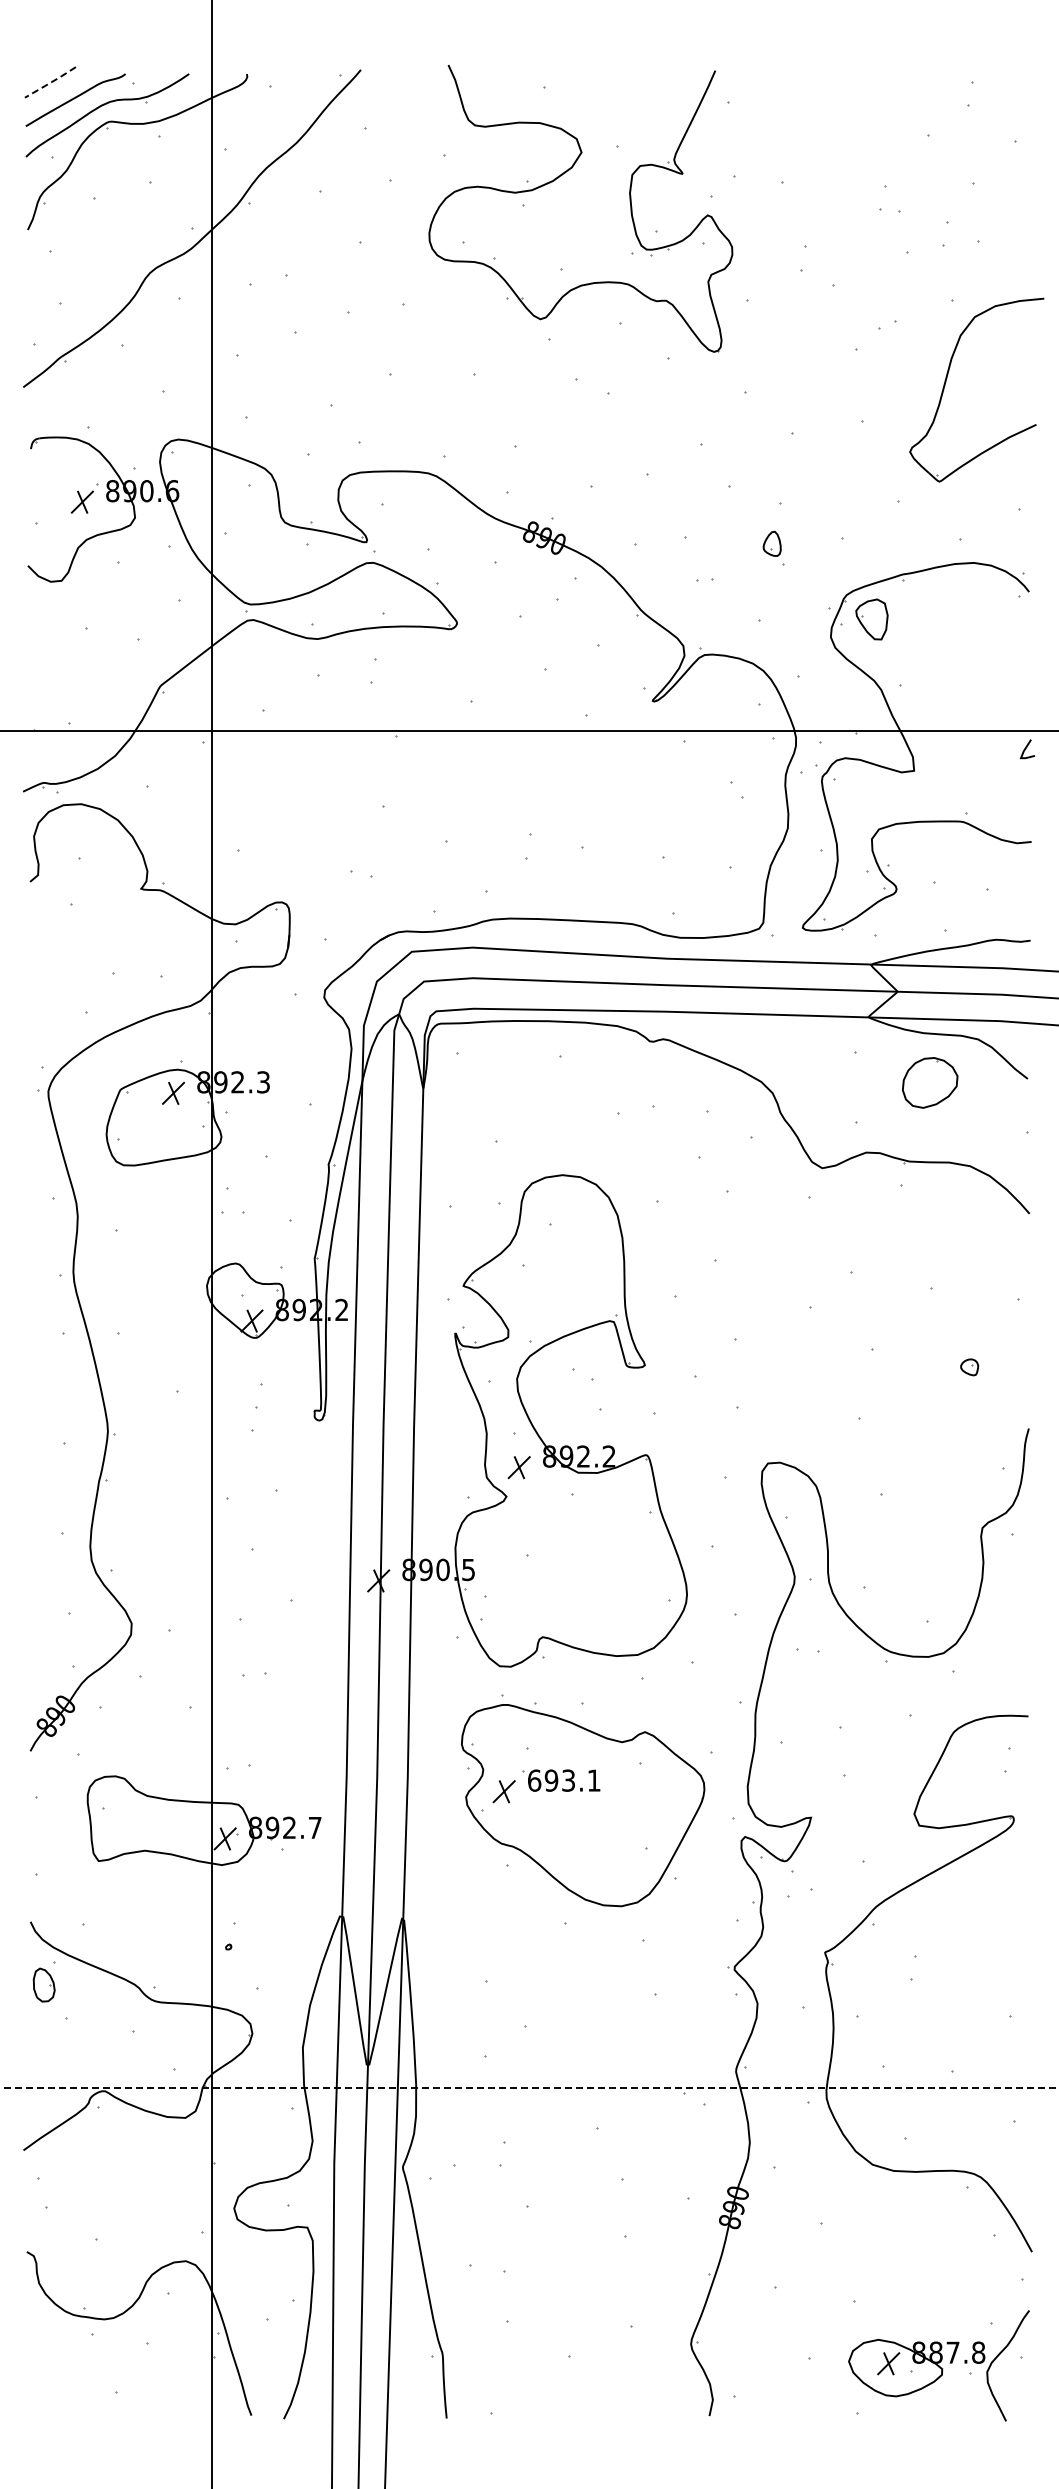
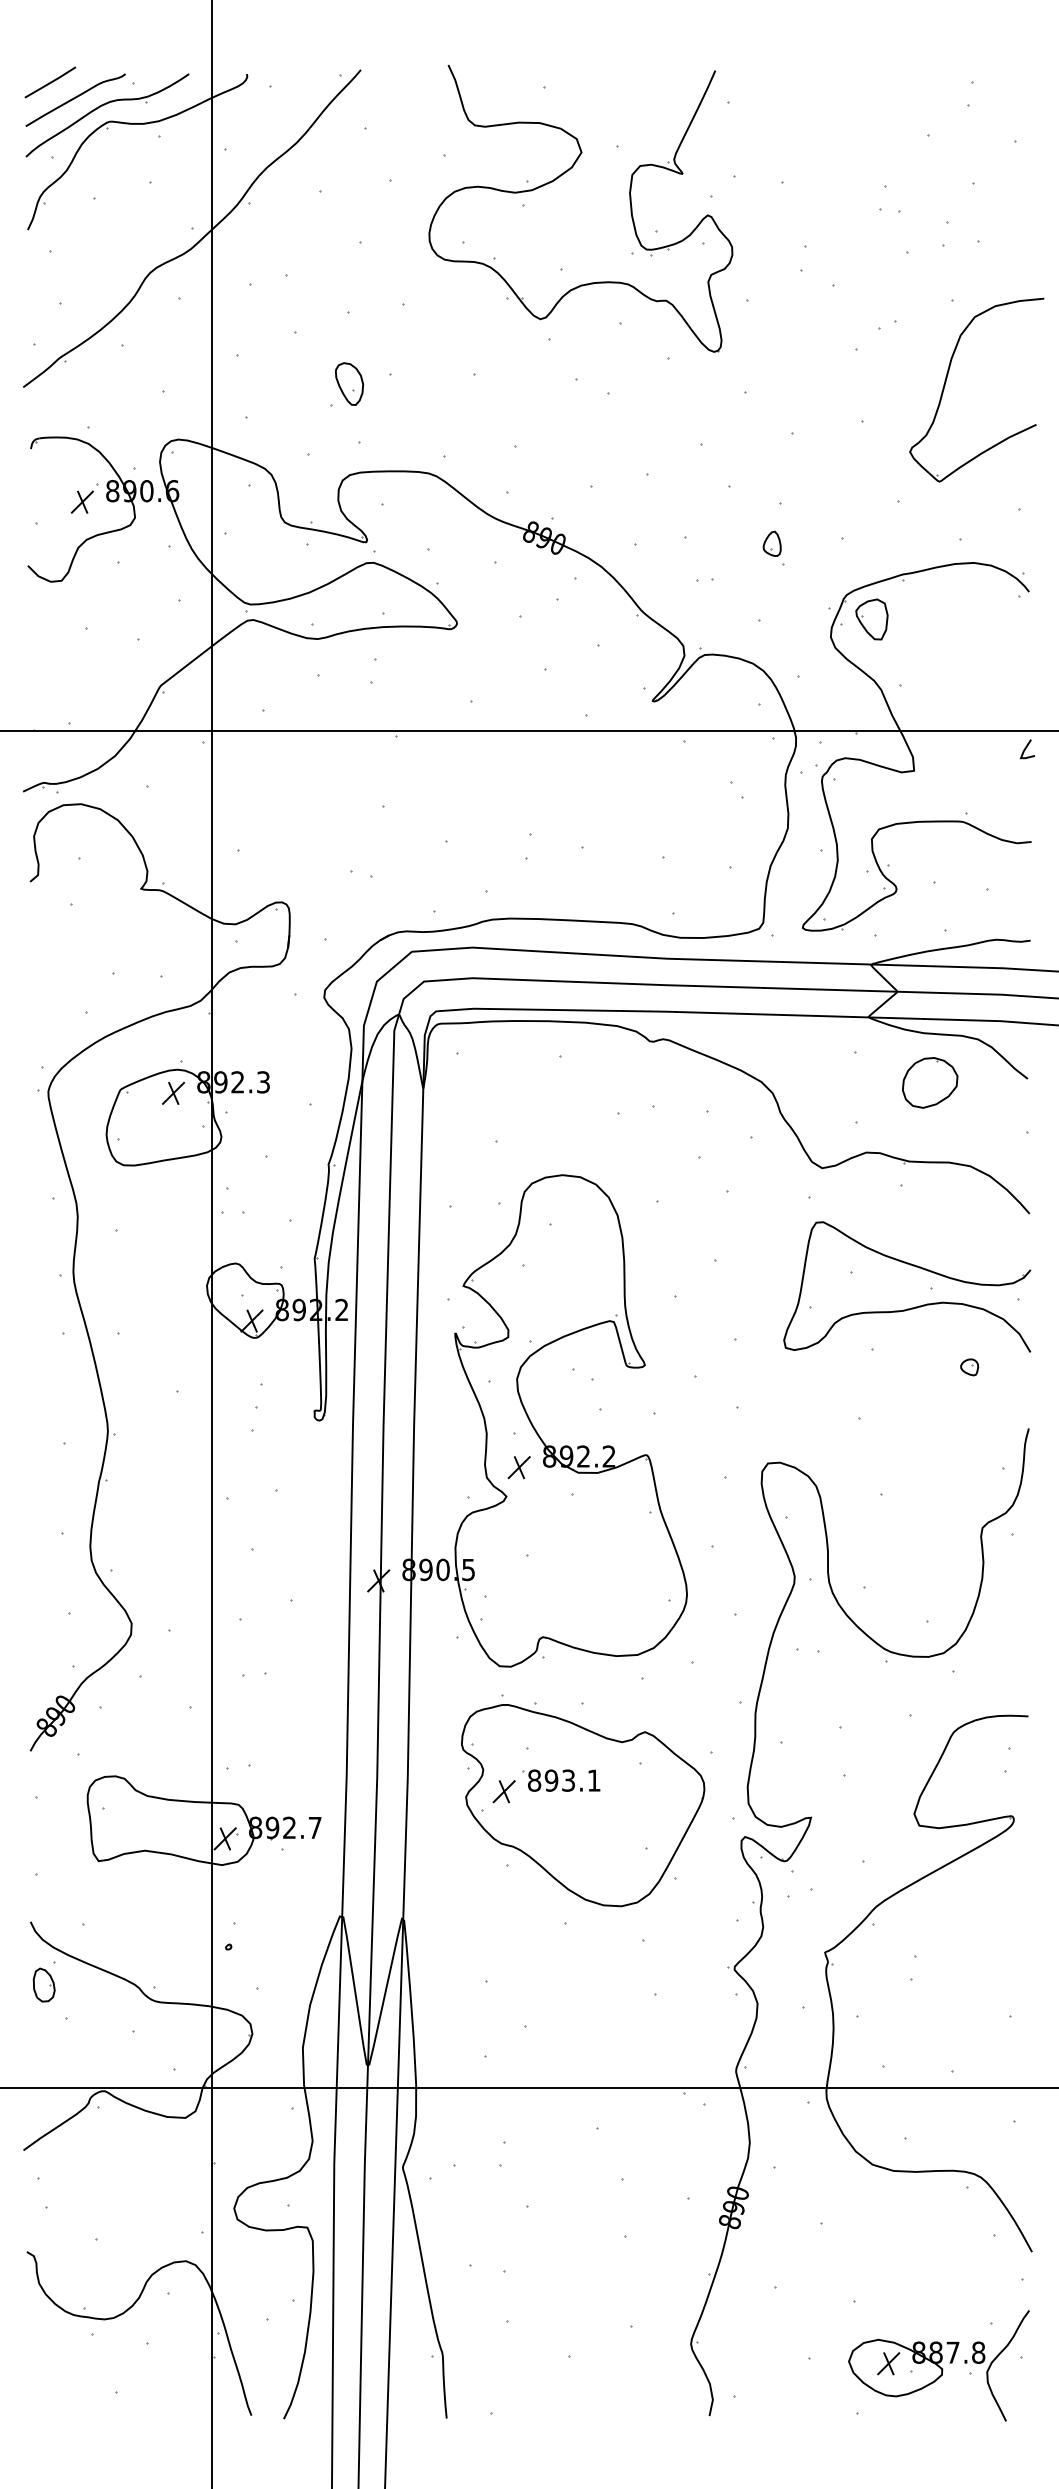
line at (50, 82): dashed -> solid
part at (349, 383): none -> present
part at (913, 1266): none -> present
text at (534, 1780): 693.1 -> 893.1
line at (529, 2088): dashed -> solid
